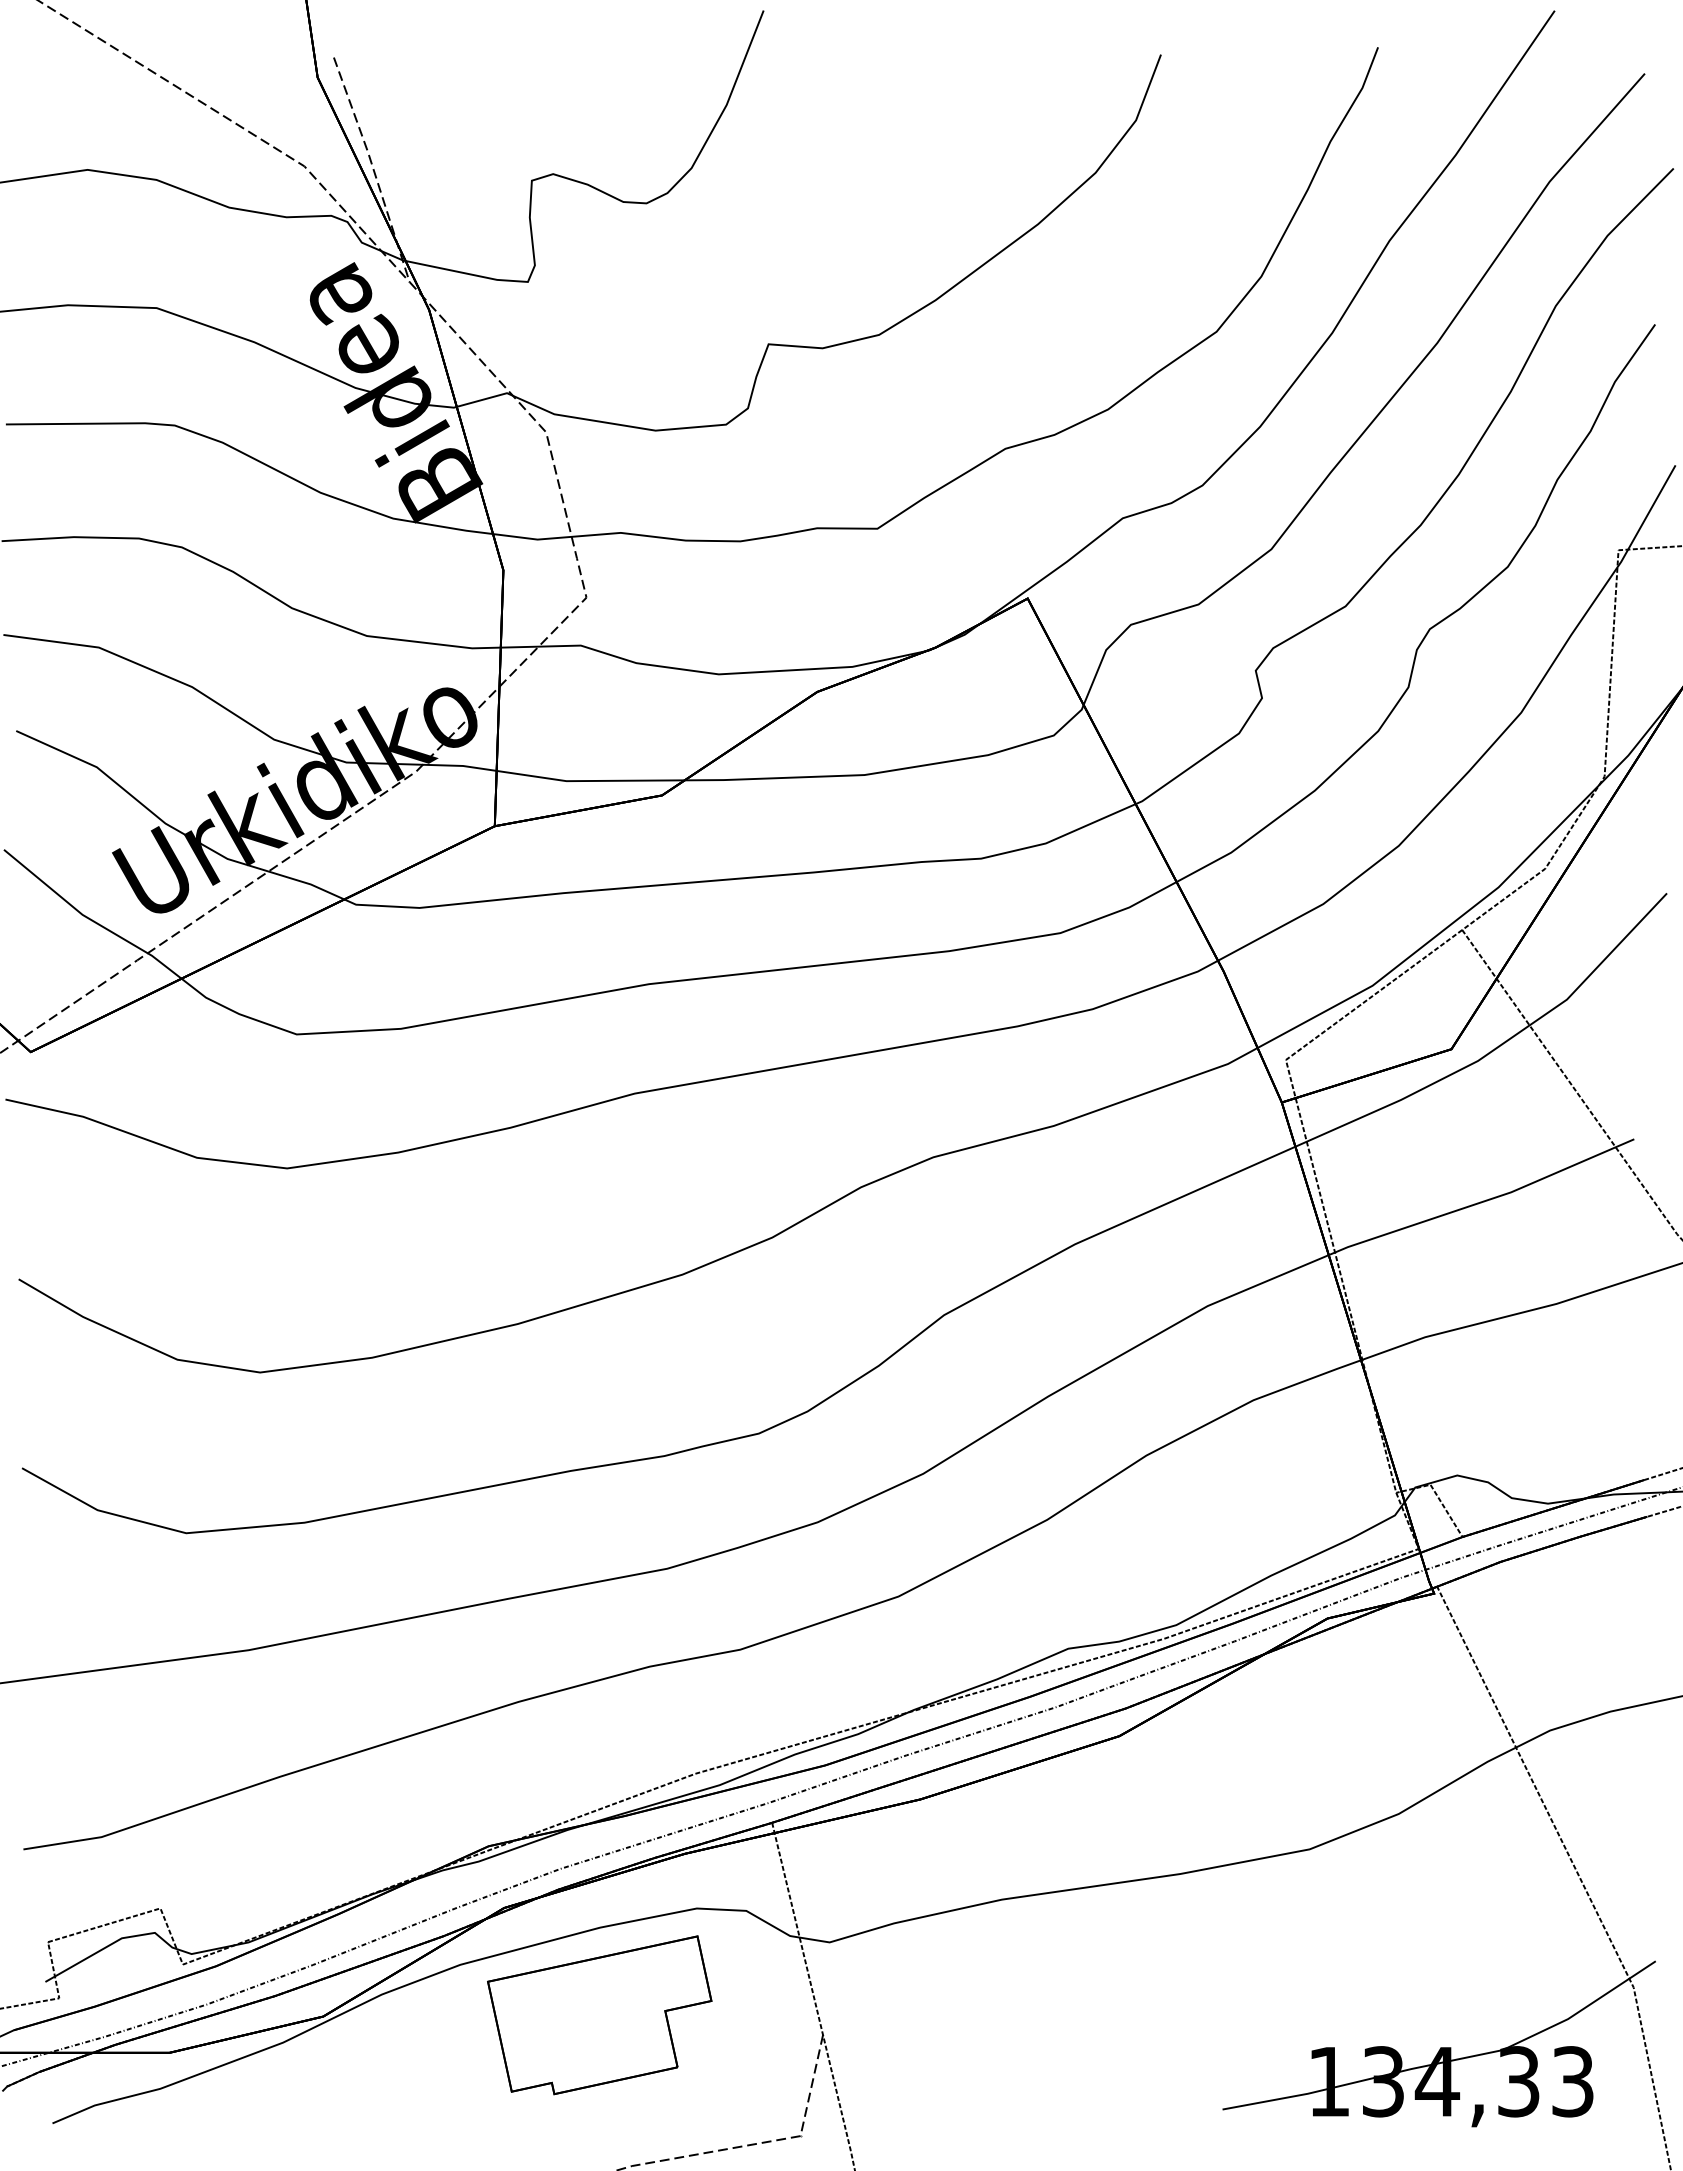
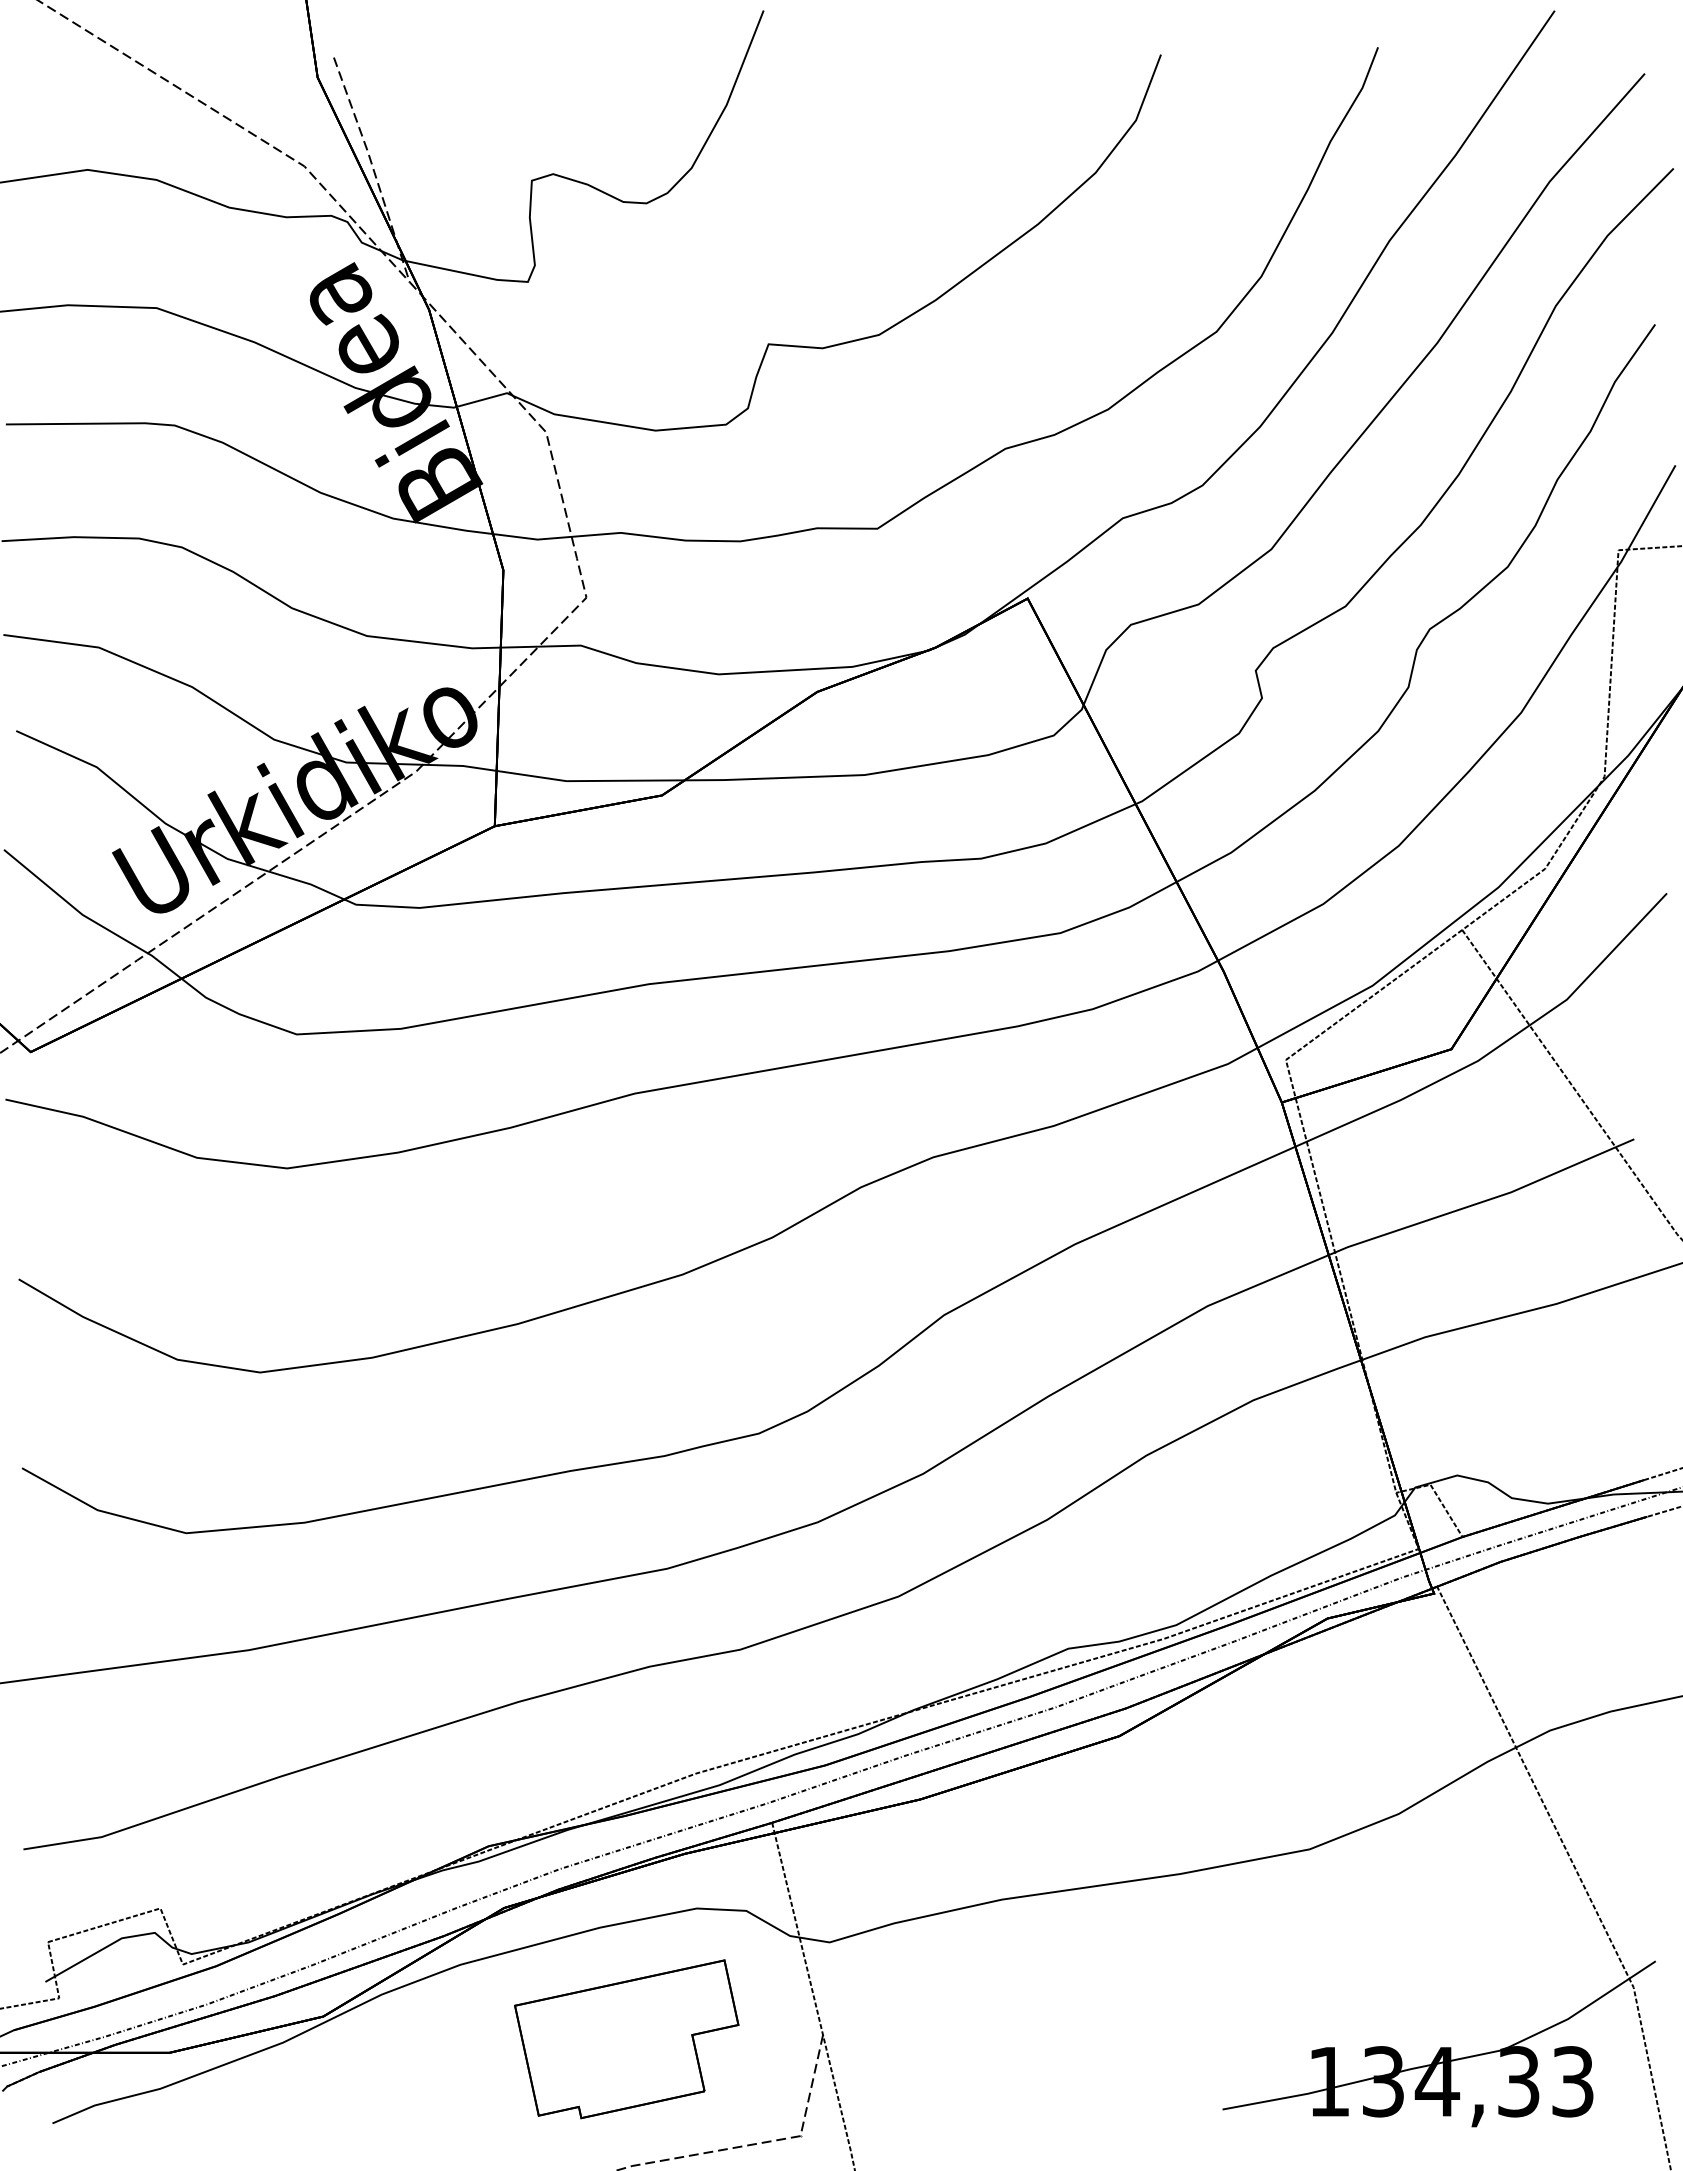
part at (599, 2015) position: (599, 2015) -> (626, 2039)
